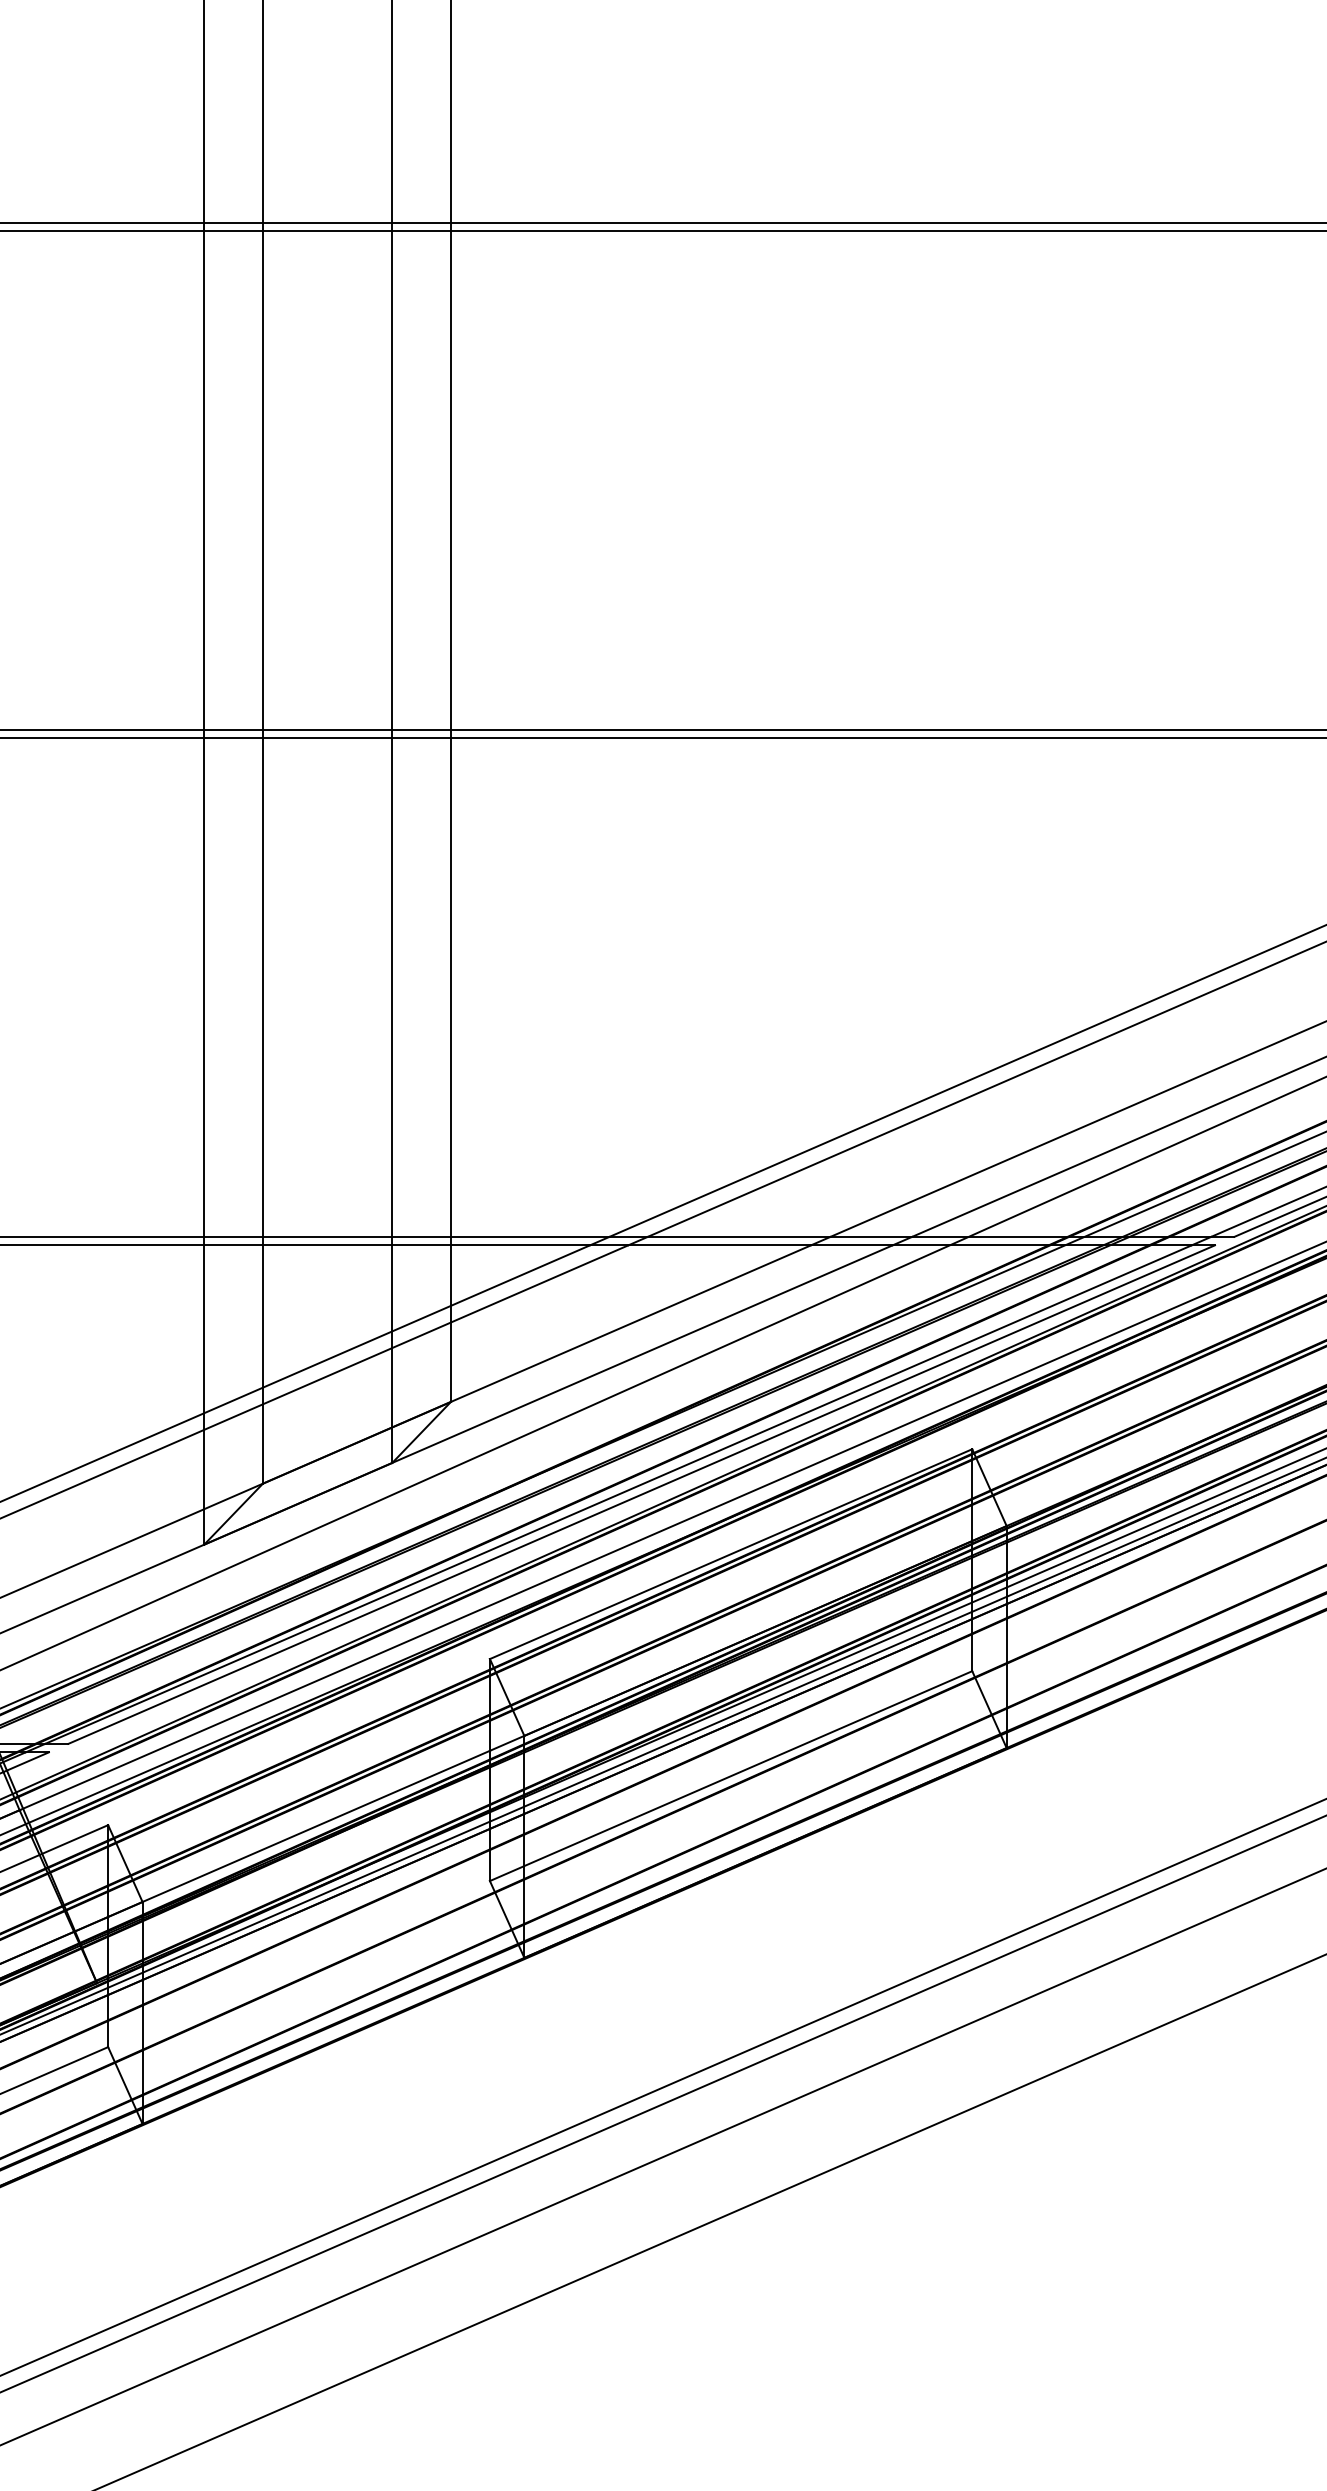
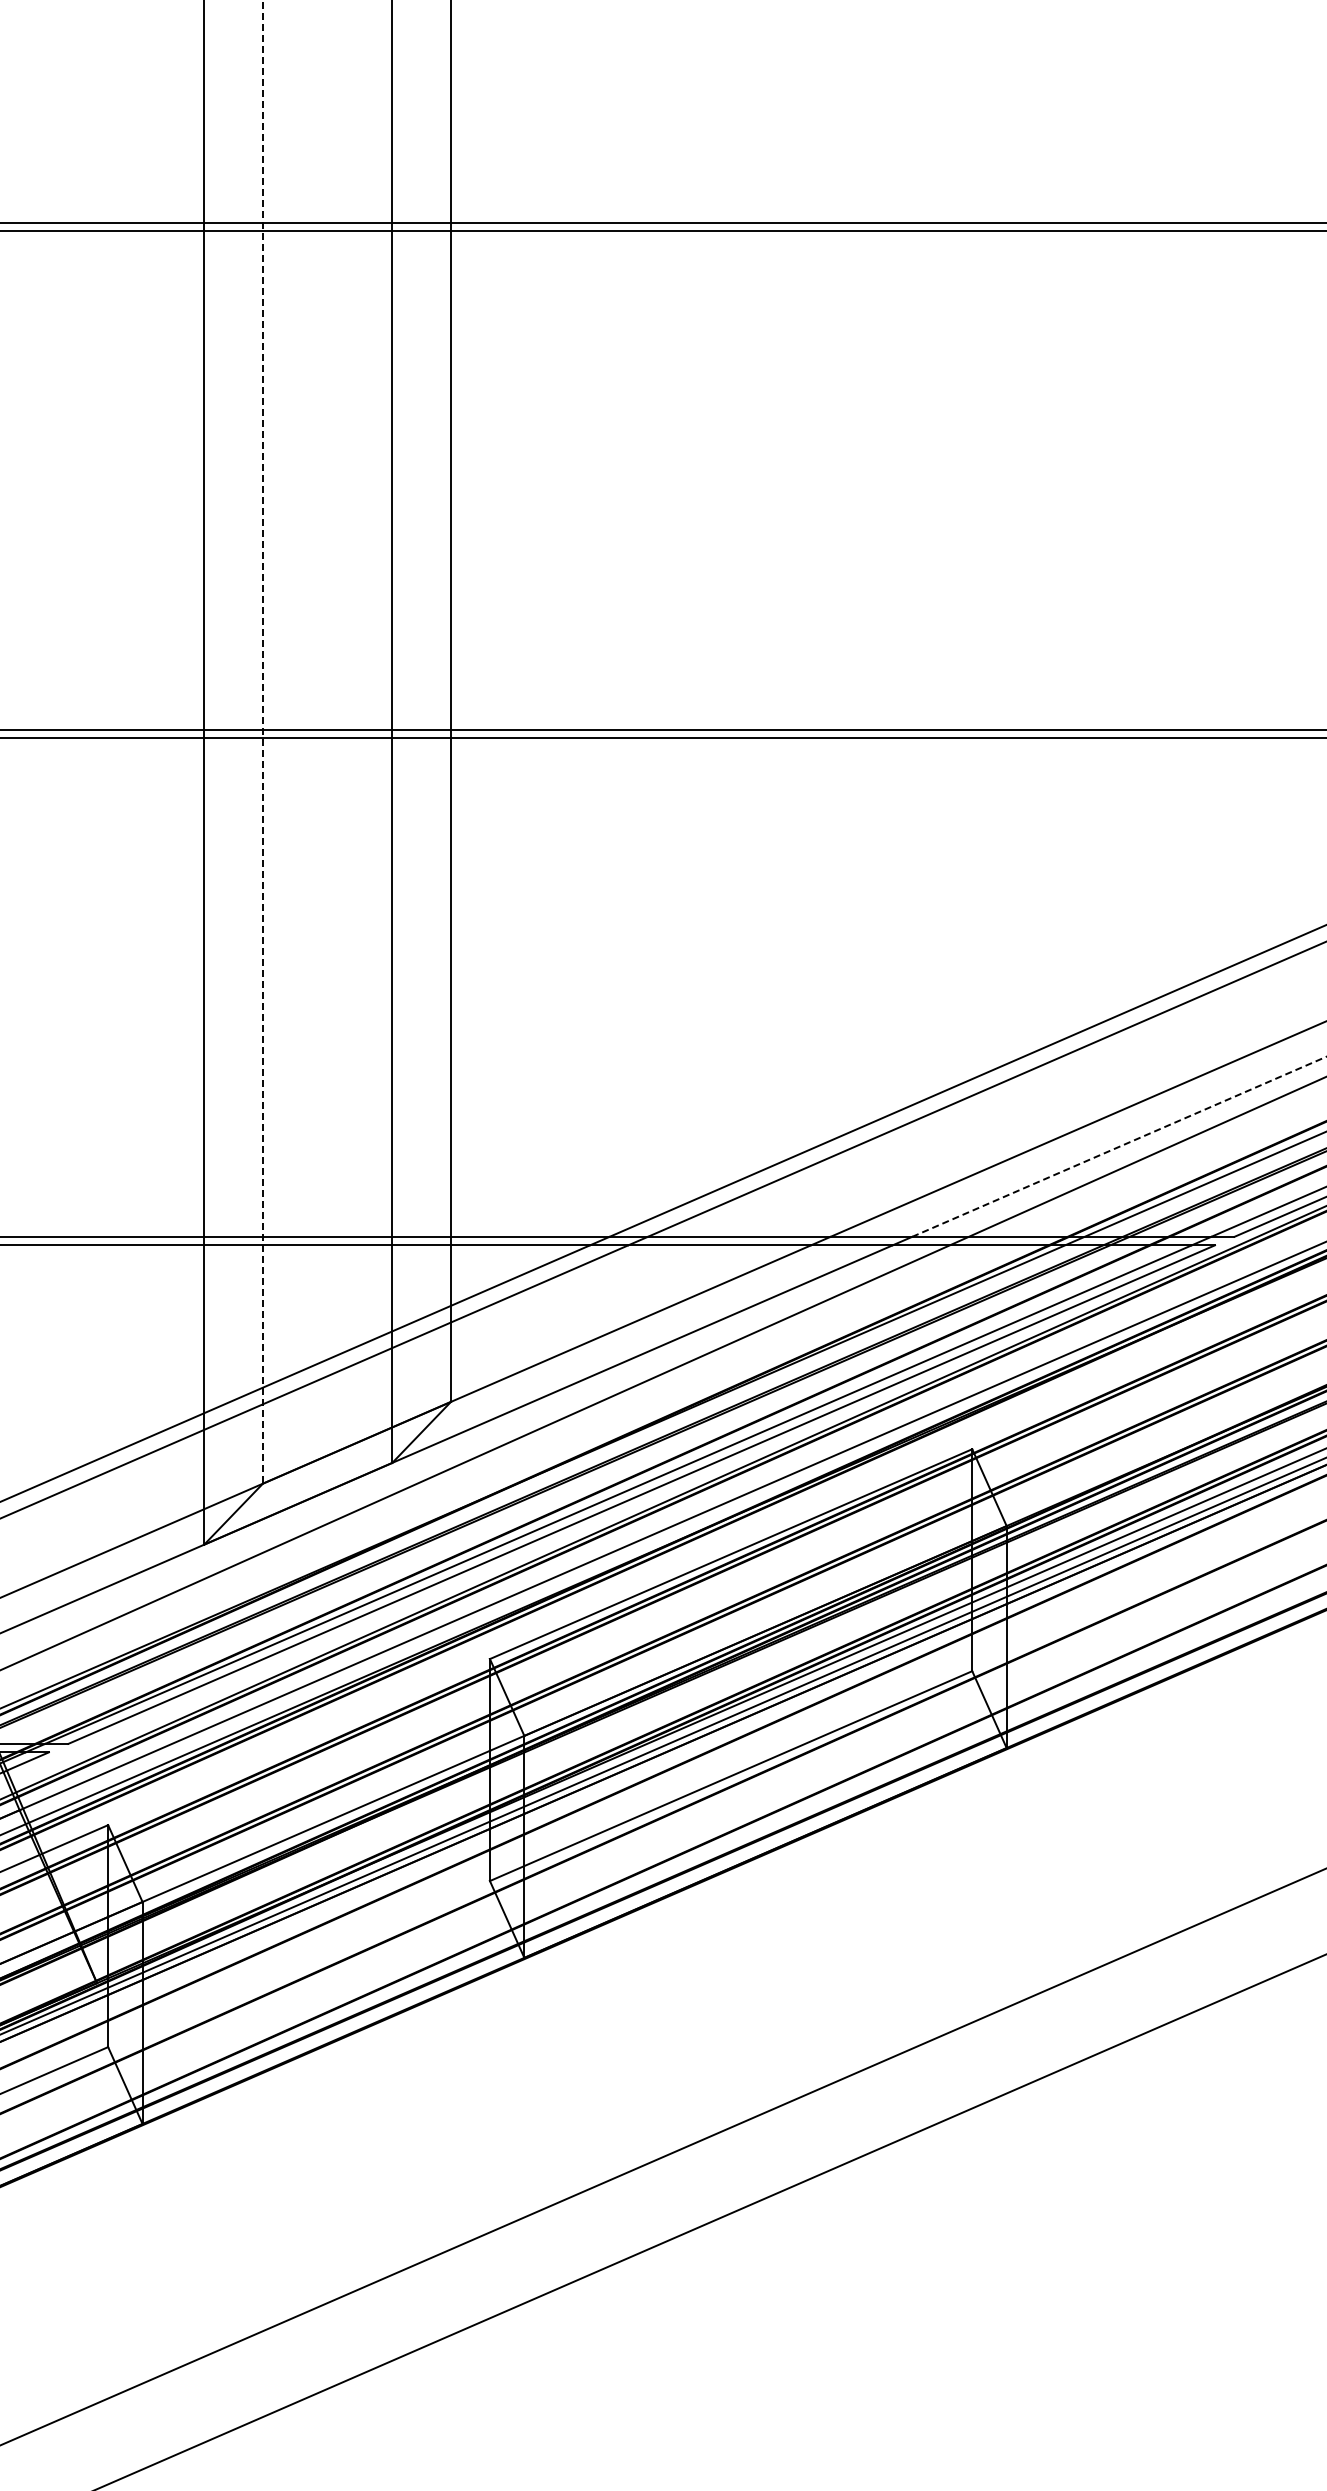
line at (262, 741): solid -> dashed
line at (1119, 1146): solid -> dashed
line at (662, 2087): present -> none
line at (662, 2103): present -> none
